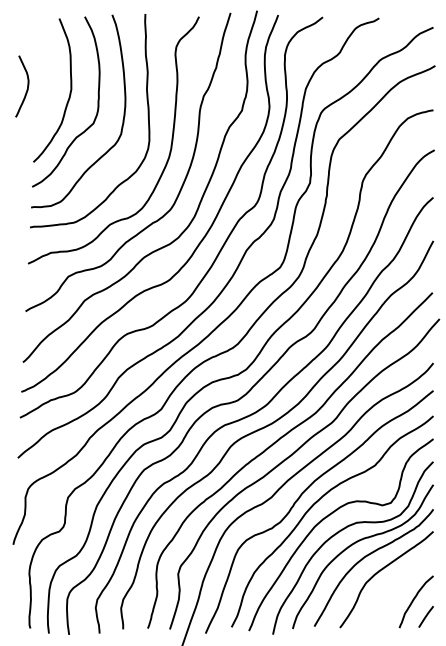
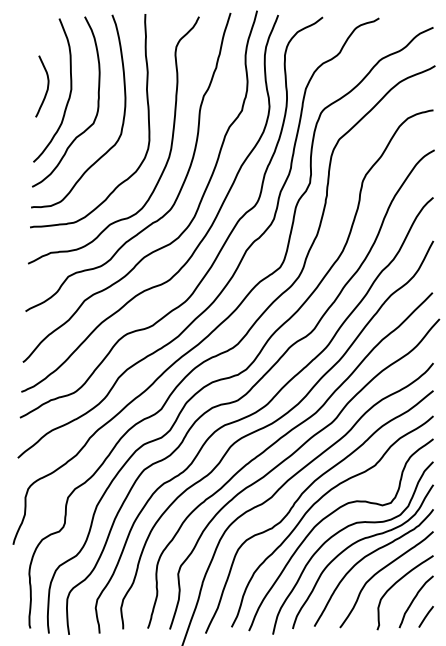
curve at (27, 86) position: (27, 86) -> (47, 86)
curve at (396, 583): none -> present
